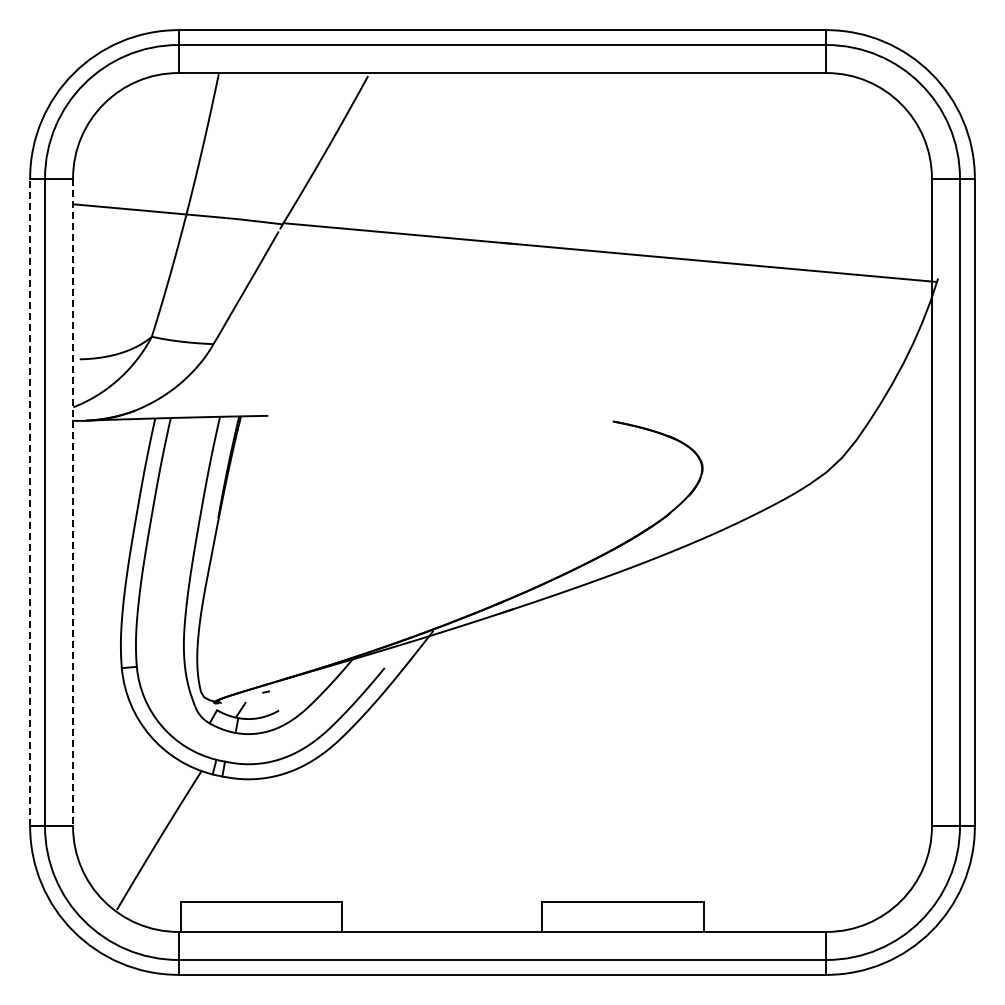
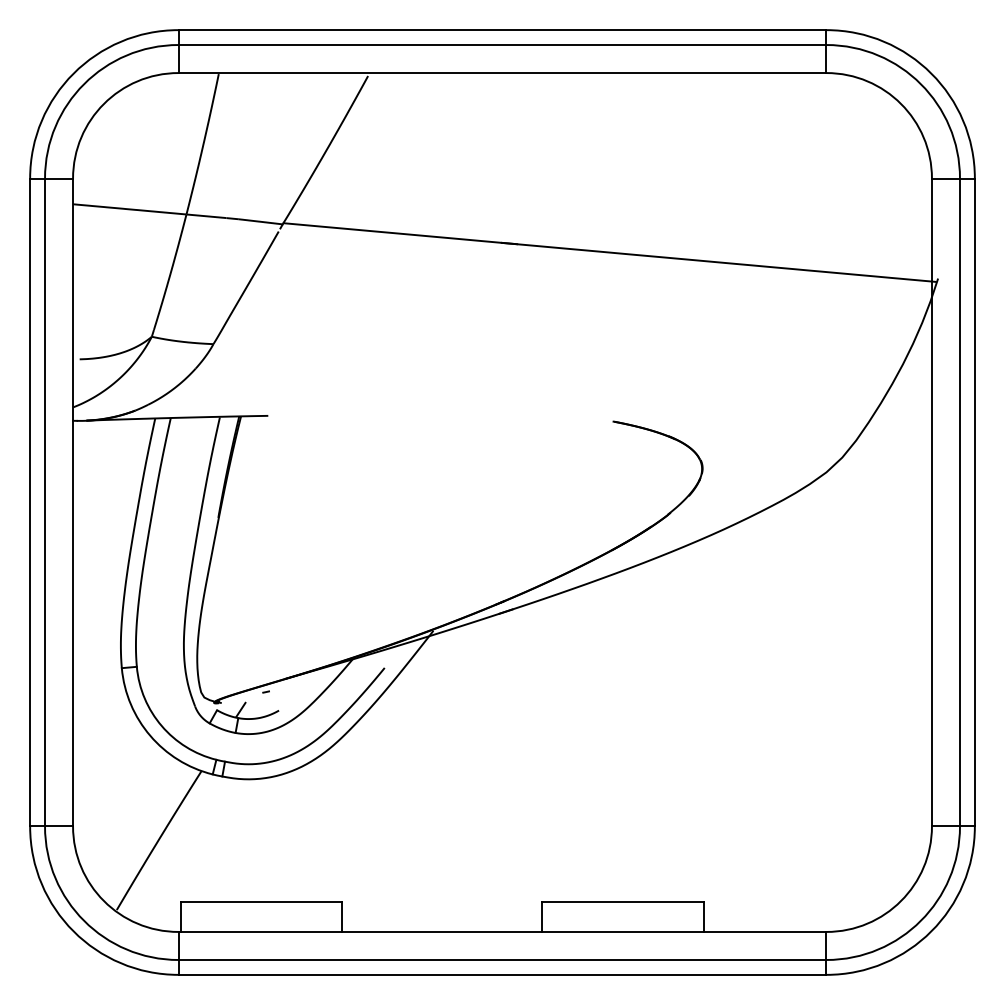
line at (30, 502): dashed -> solid
line at (73, 502): dashed -> solid
